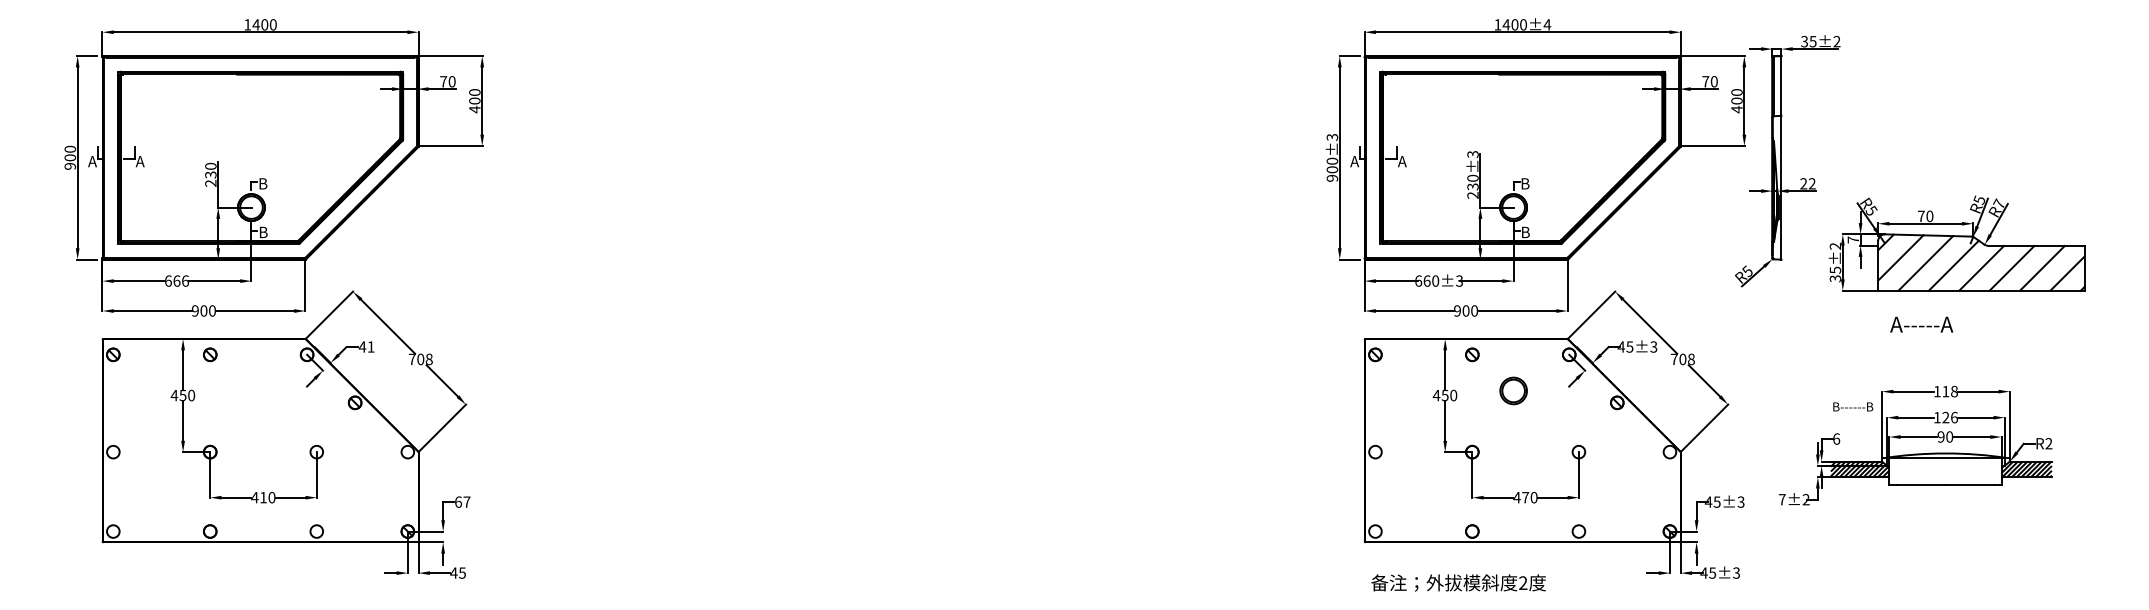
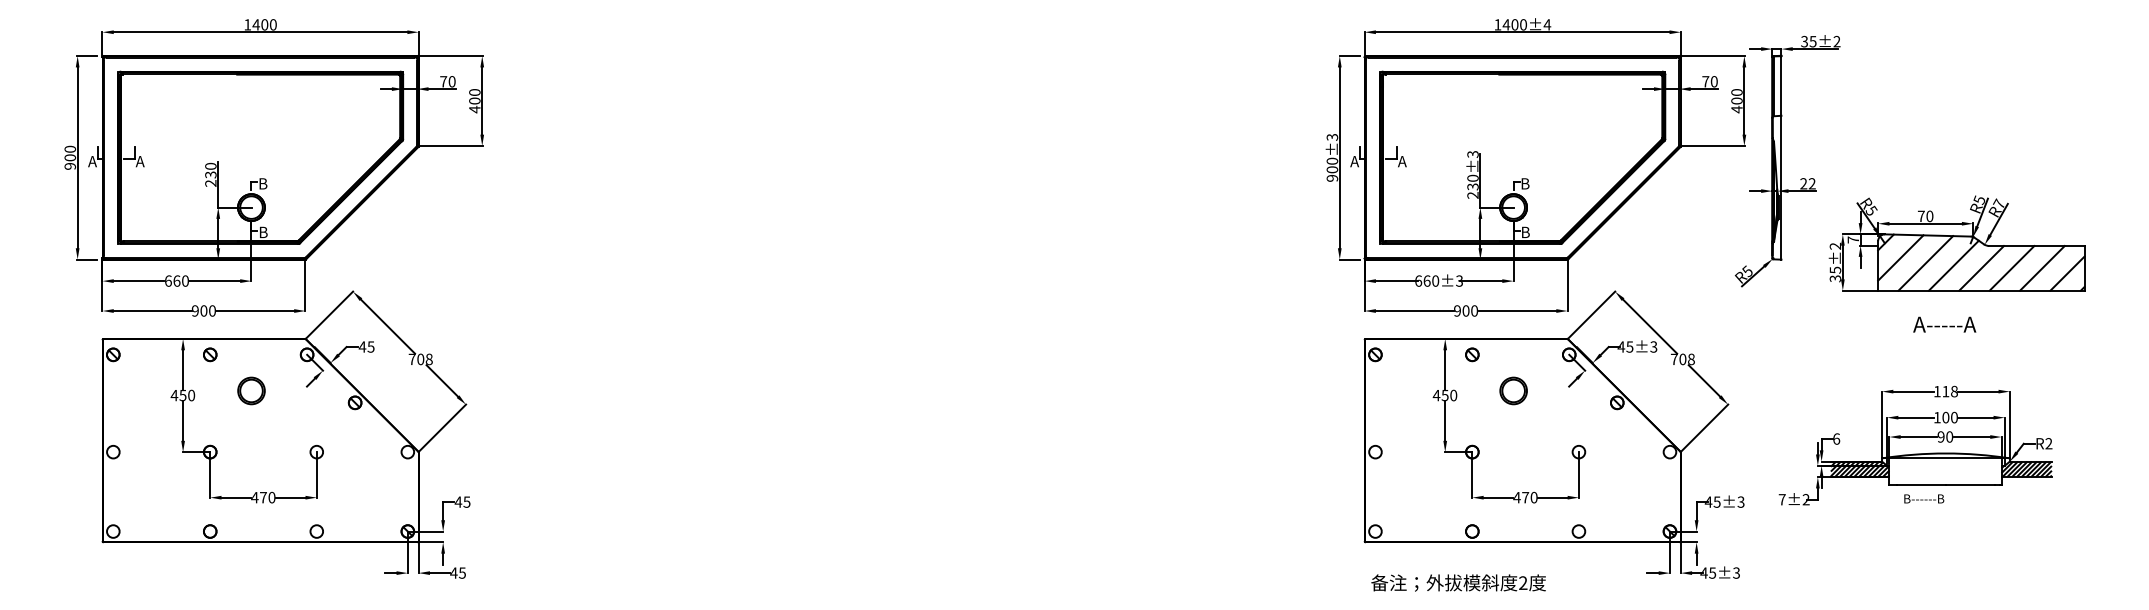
text at (185, 280): 666 -> 660
text at (1921, 324) position: (1921, 324) -> (1944, 324)
text at (370, 346): 41 -> 45
part at (251, 390): none -> present
text at (1853, 406) position: (1853, 406) -> (1924, 498)
text at (1949, 417): 126 -> 100
text at (263, 497): 410 -> 470
text at (462, 501): 67 -> 45
